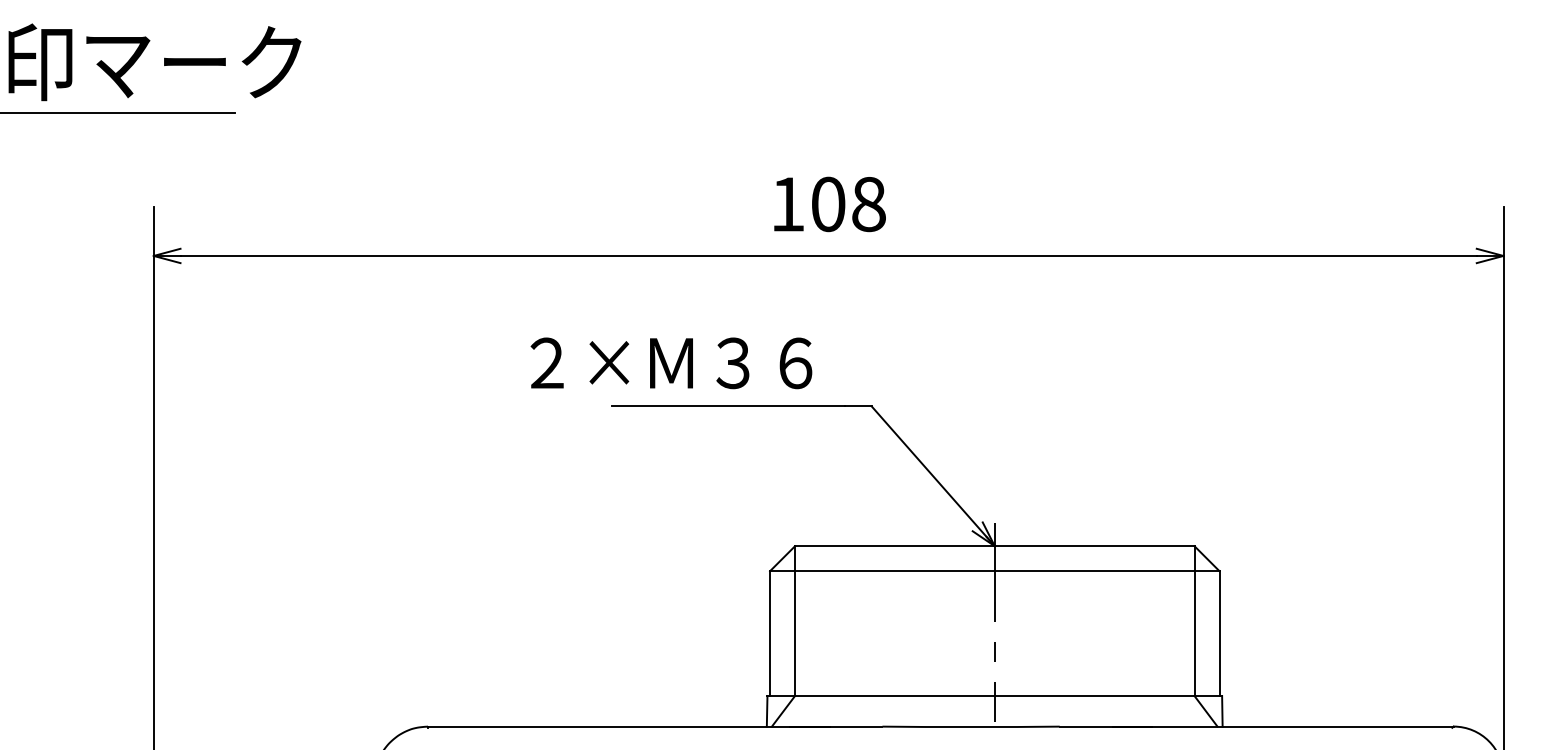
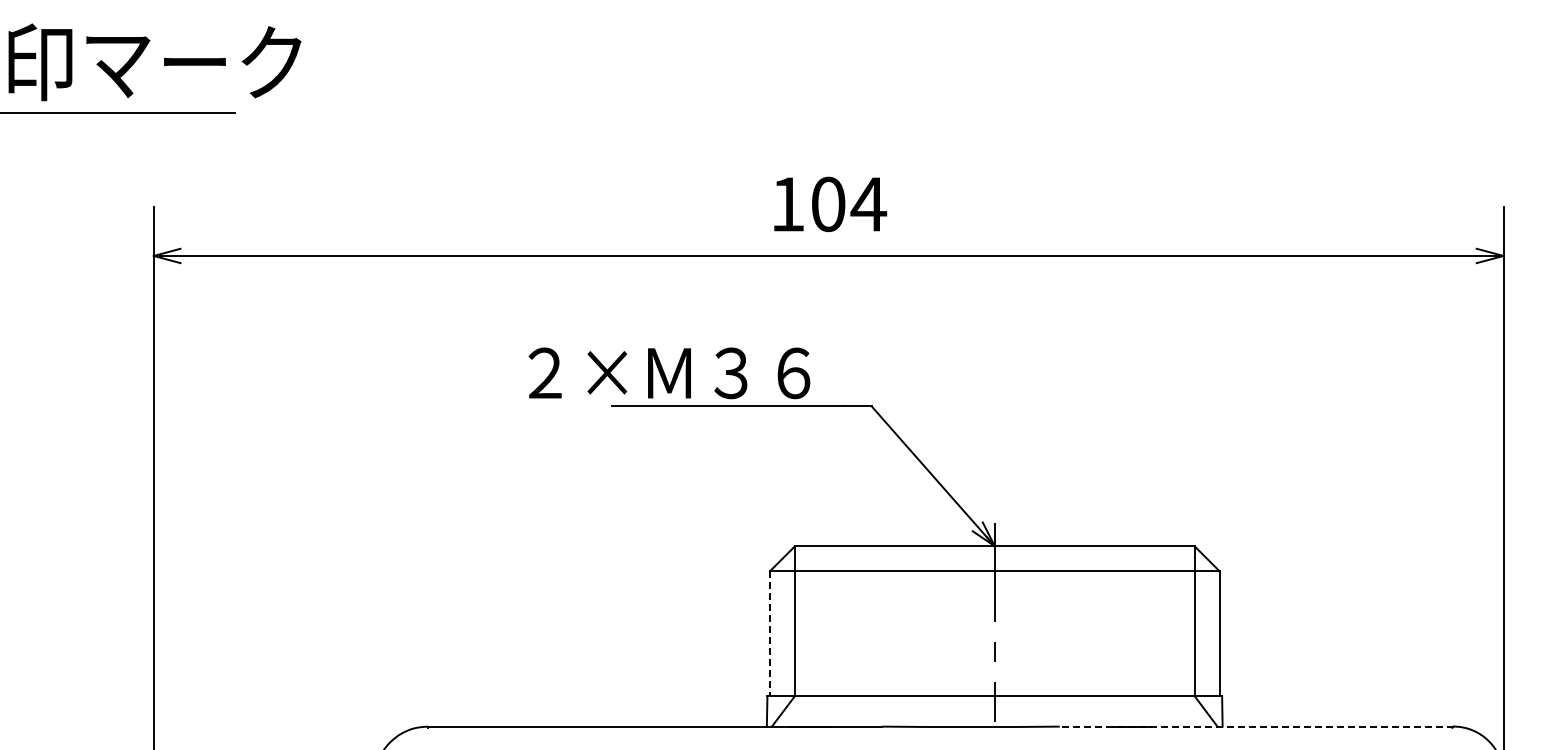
text at (868, 204): 108 -> 104
text at (671, 363) position: (671, 363) -> (669, 373)
line at (770, 634): solid -> dashed
line at (1256, 726): solid -> dashed
